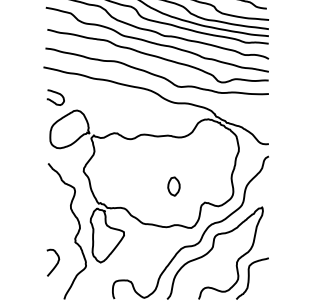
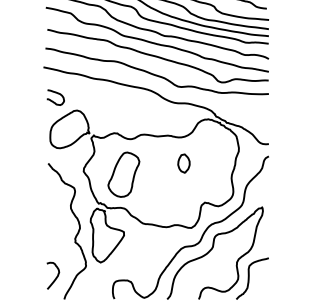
part at (123, 174): none -> present
part at (173, 186) position: (173, 186) -> (183, 163)
curve at (55, 264) position: (55, 264) -> (55, 277)
